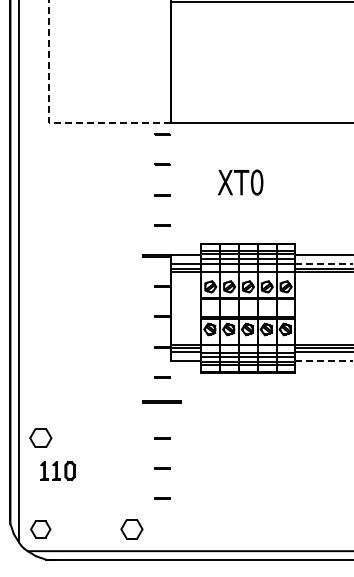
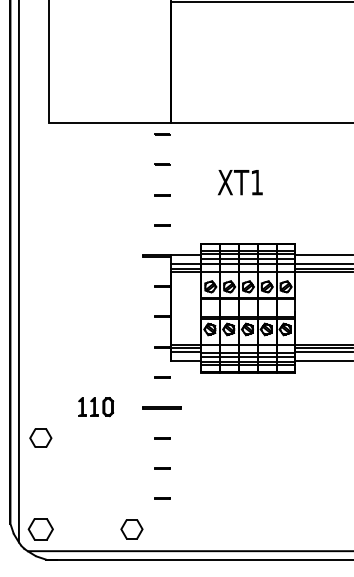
line at (49, 123): dashed -> solid
text at (256, 182): XT0 -> XT1
line at (324, 264): dashed -> solid
line at (324, 361): dashed -> solid
line at (161, 401) position: (161, 401) -> (161, 407)
part at (58, 471) position: (58, 471) -> (96, 407)
part at (40, 529) size: 22x19 px -> 27x23 px
